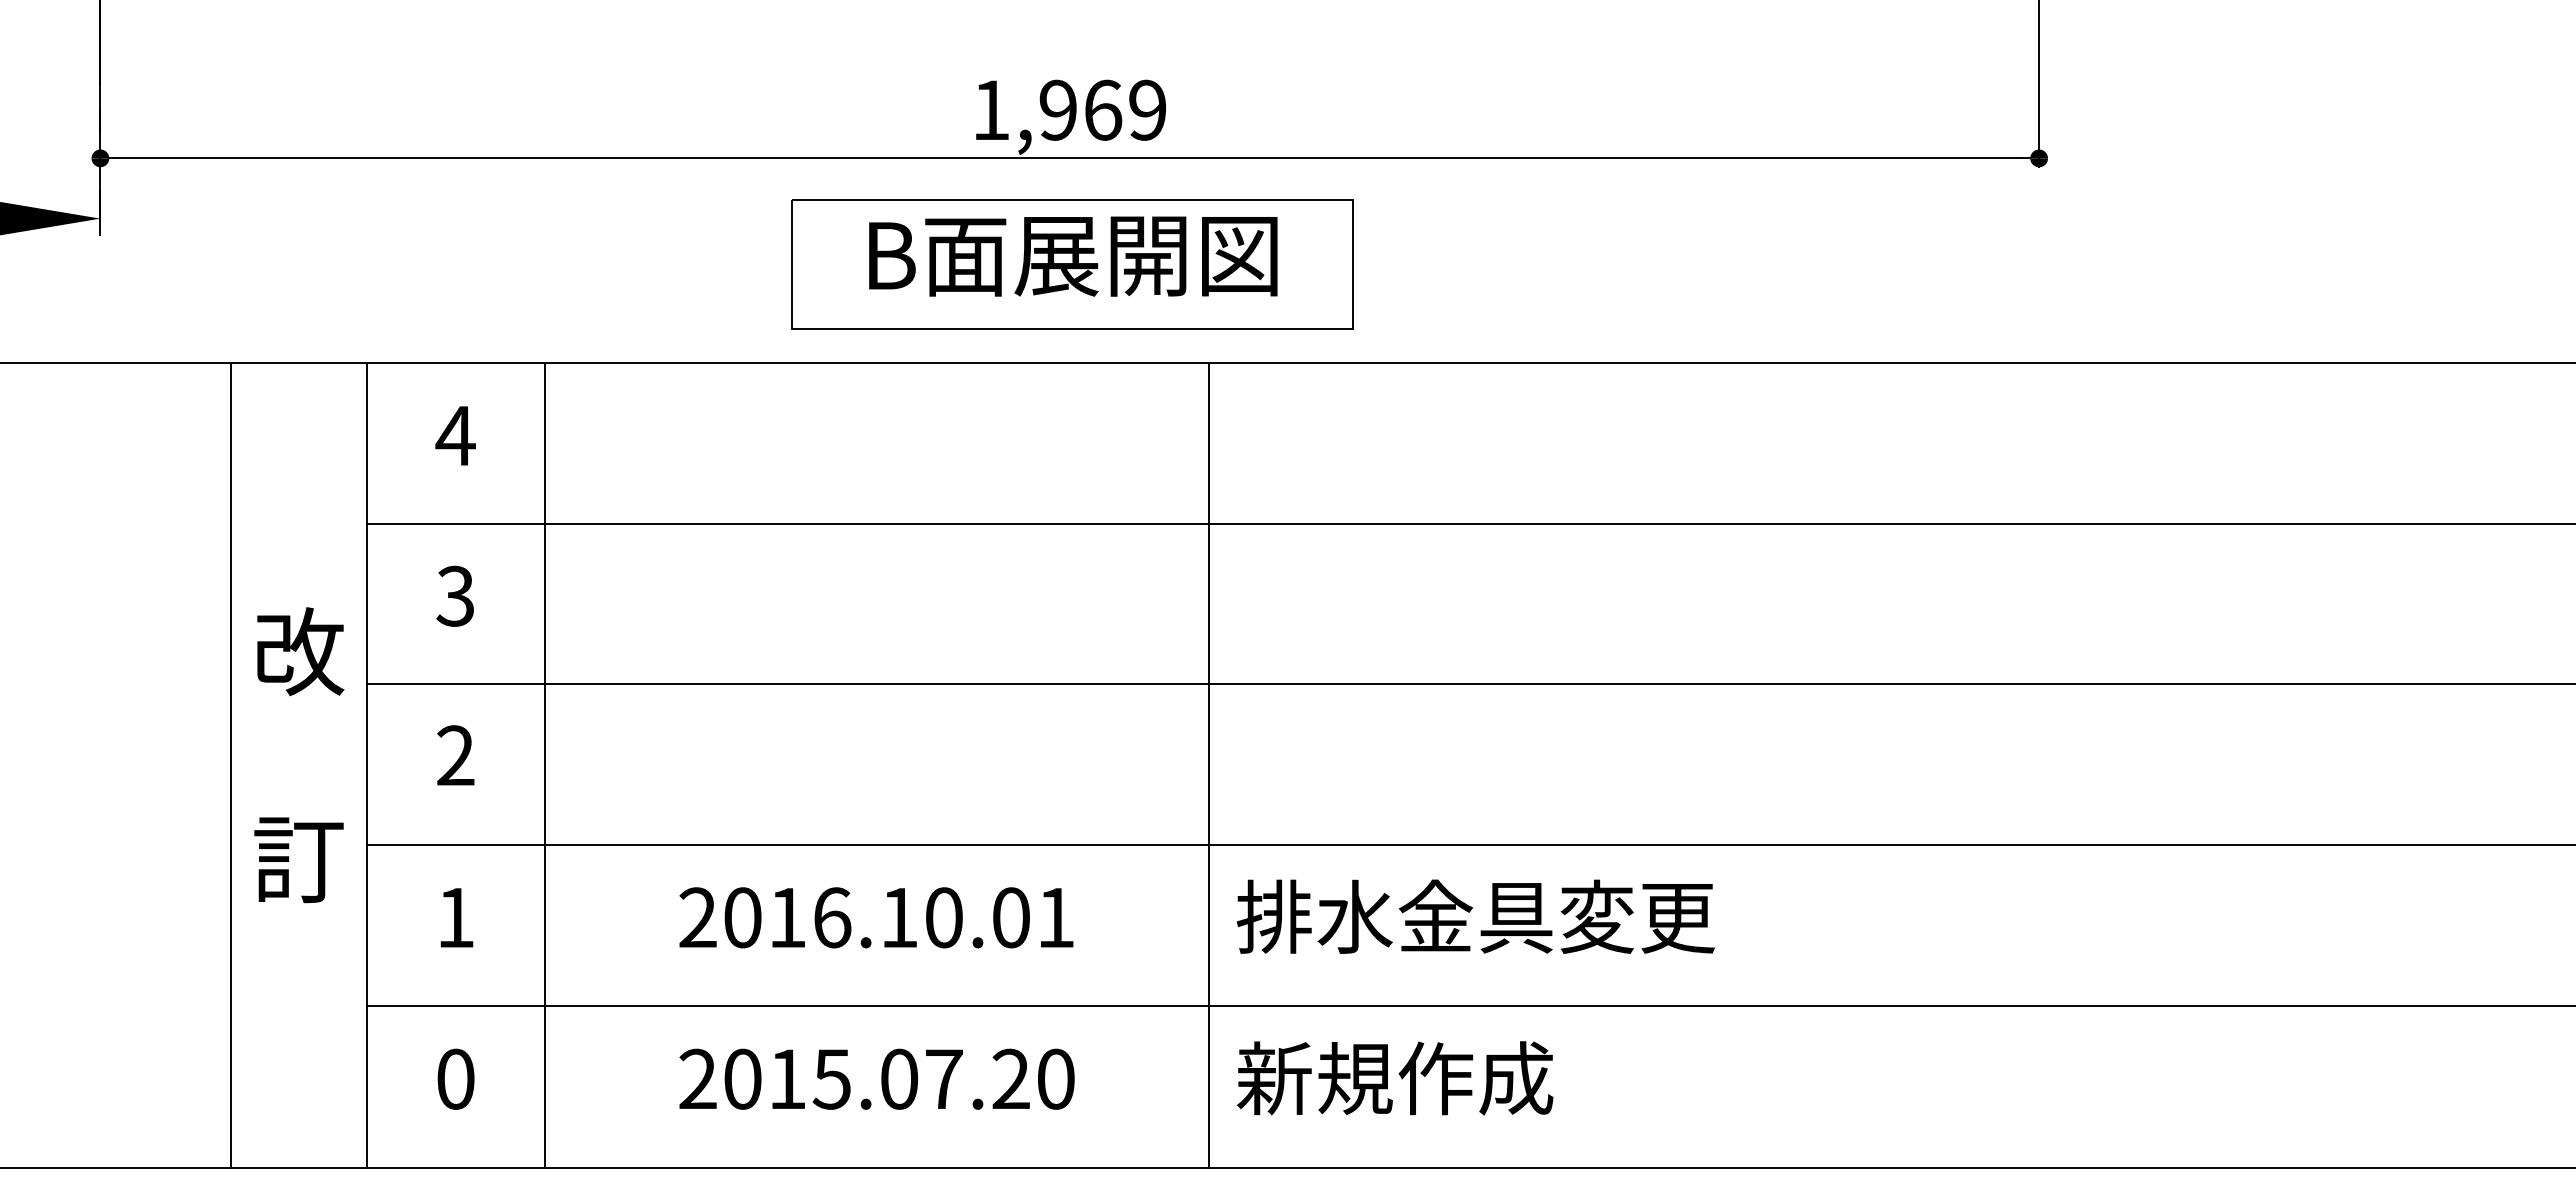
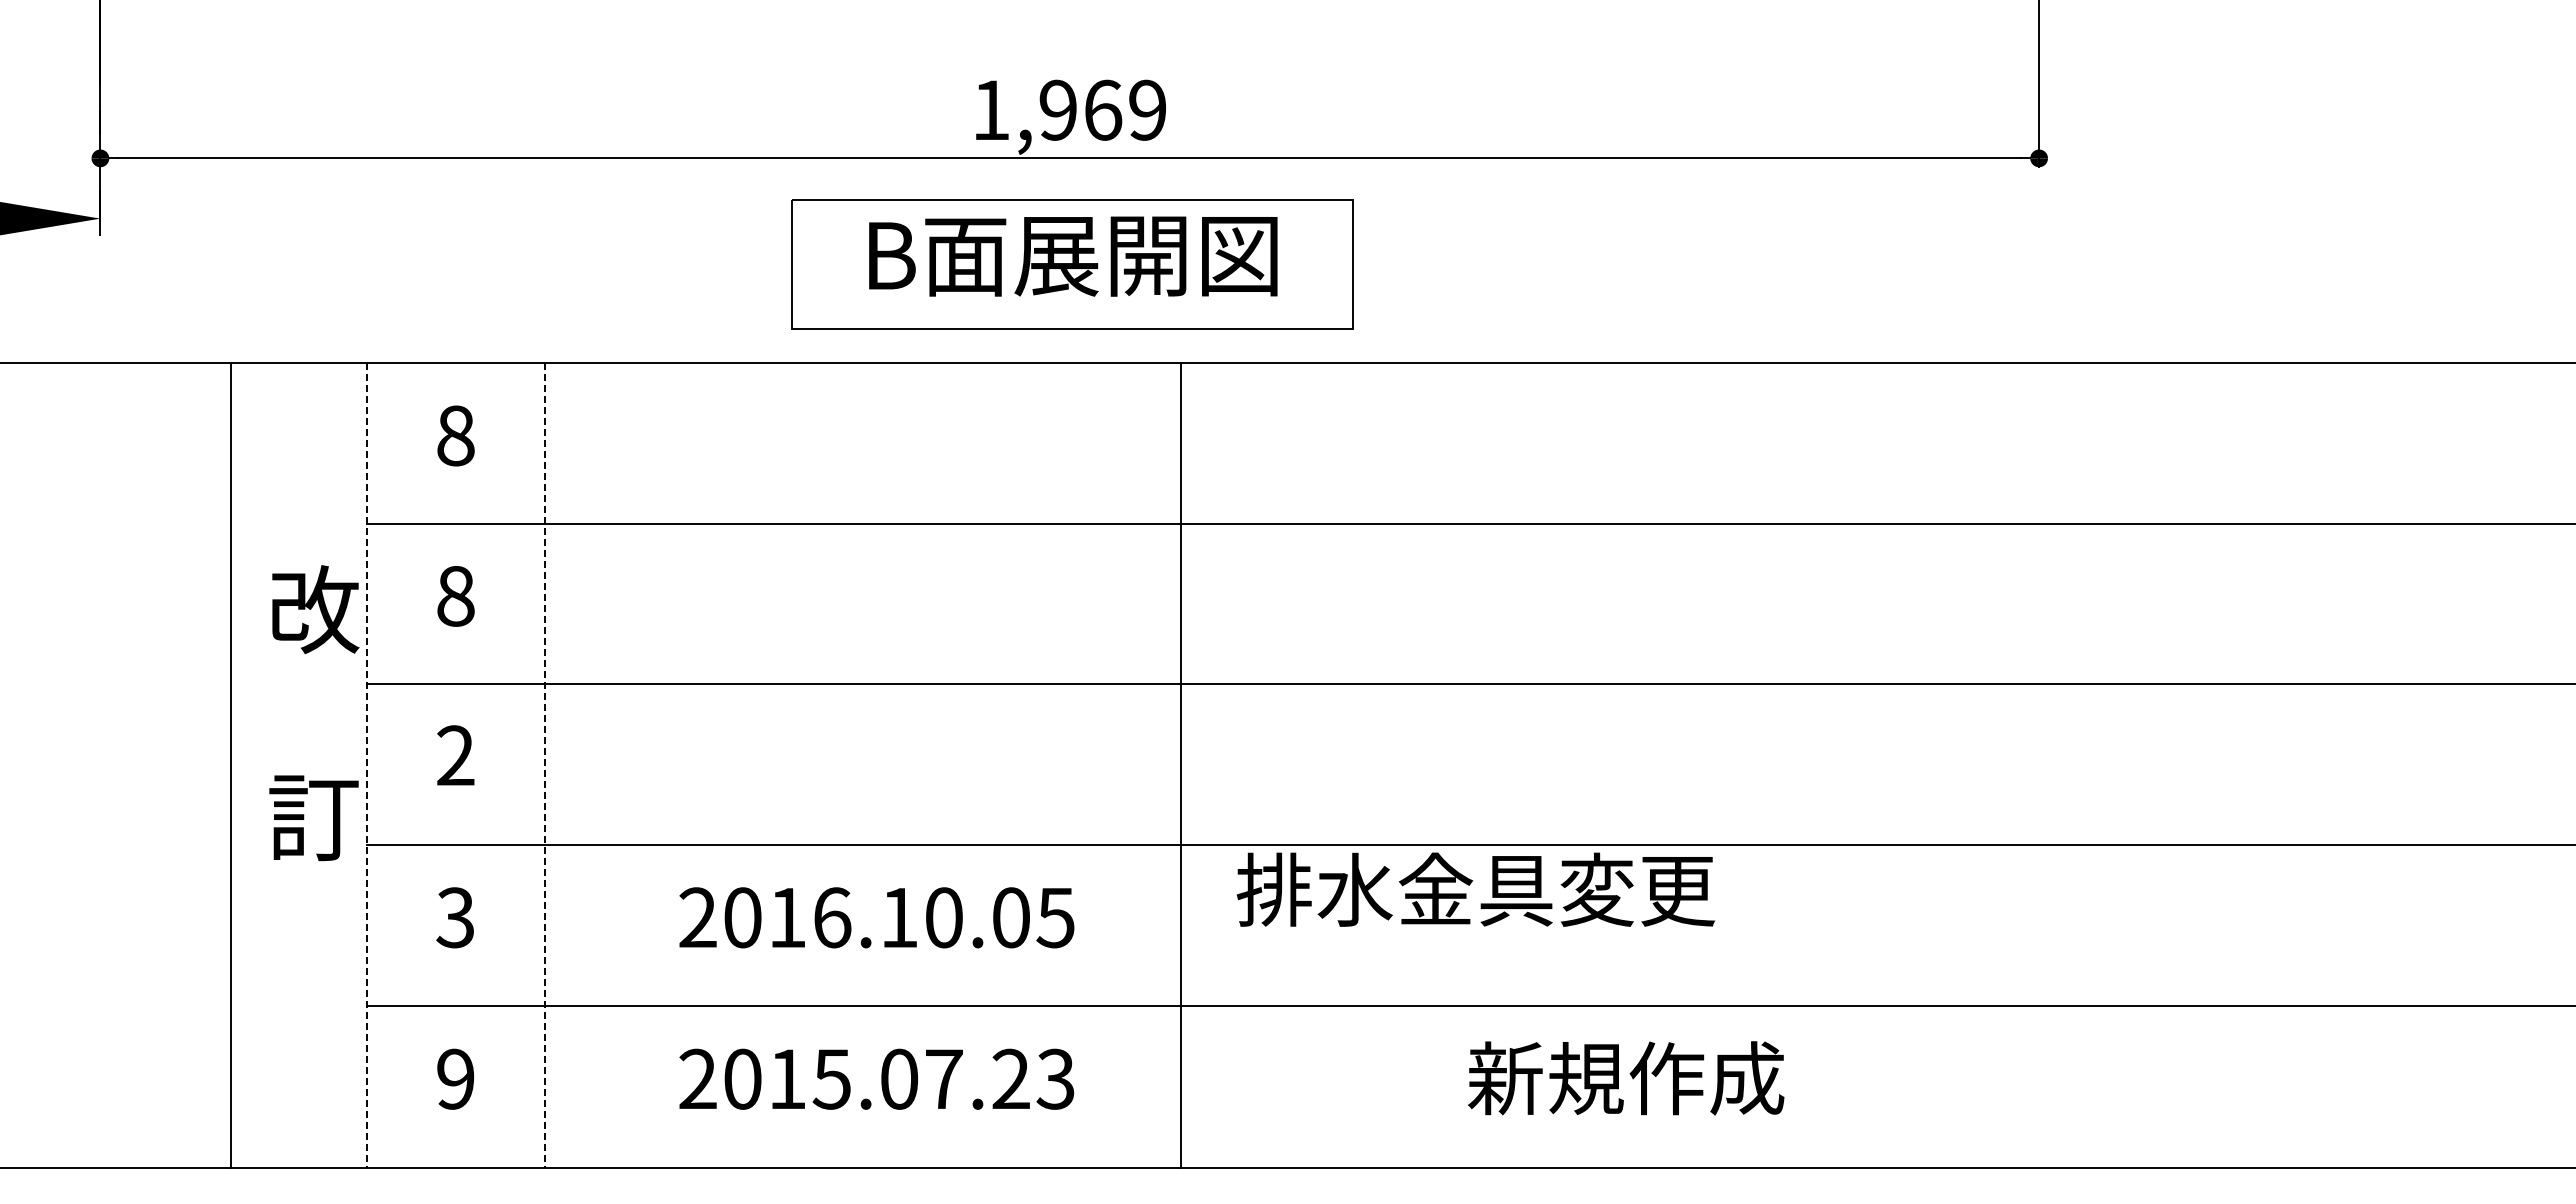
text at (455, 435): 4 -> 8
text at (455, 595): 3 -> 8
text at (299, 755) position: (299, 755) -> (314, 713)
line at (1209, 765) position: (1209, 765) -> (1181, 765)
line at (367, 766): solid -> dashed
line at (545, 766): solid -> dashed
text at (1475, 916) position: (1475, 916) -> (1475, 889)
text at (454, 917): 1 -> 3
text at (1055, 918): 2016.10.01 -> 2016.10.05
text at (455, 1078): 0 -> 9
text at (1055, 1078): 2015.07.20 -> 2015.07.23
text at (1395, 1078) position: (1395, 1078) -> (1626, 1078)
